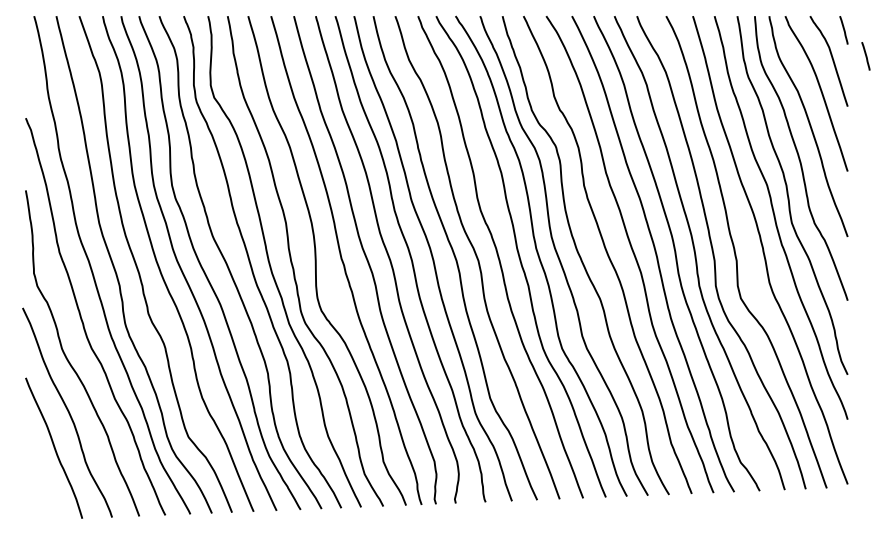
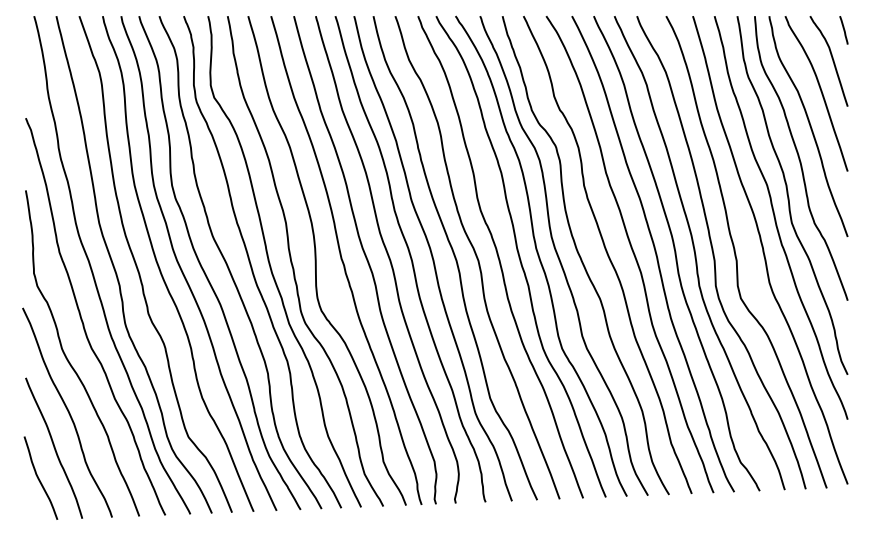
line at (865, 56): present -> none
curve at (39, 478): none -> present
